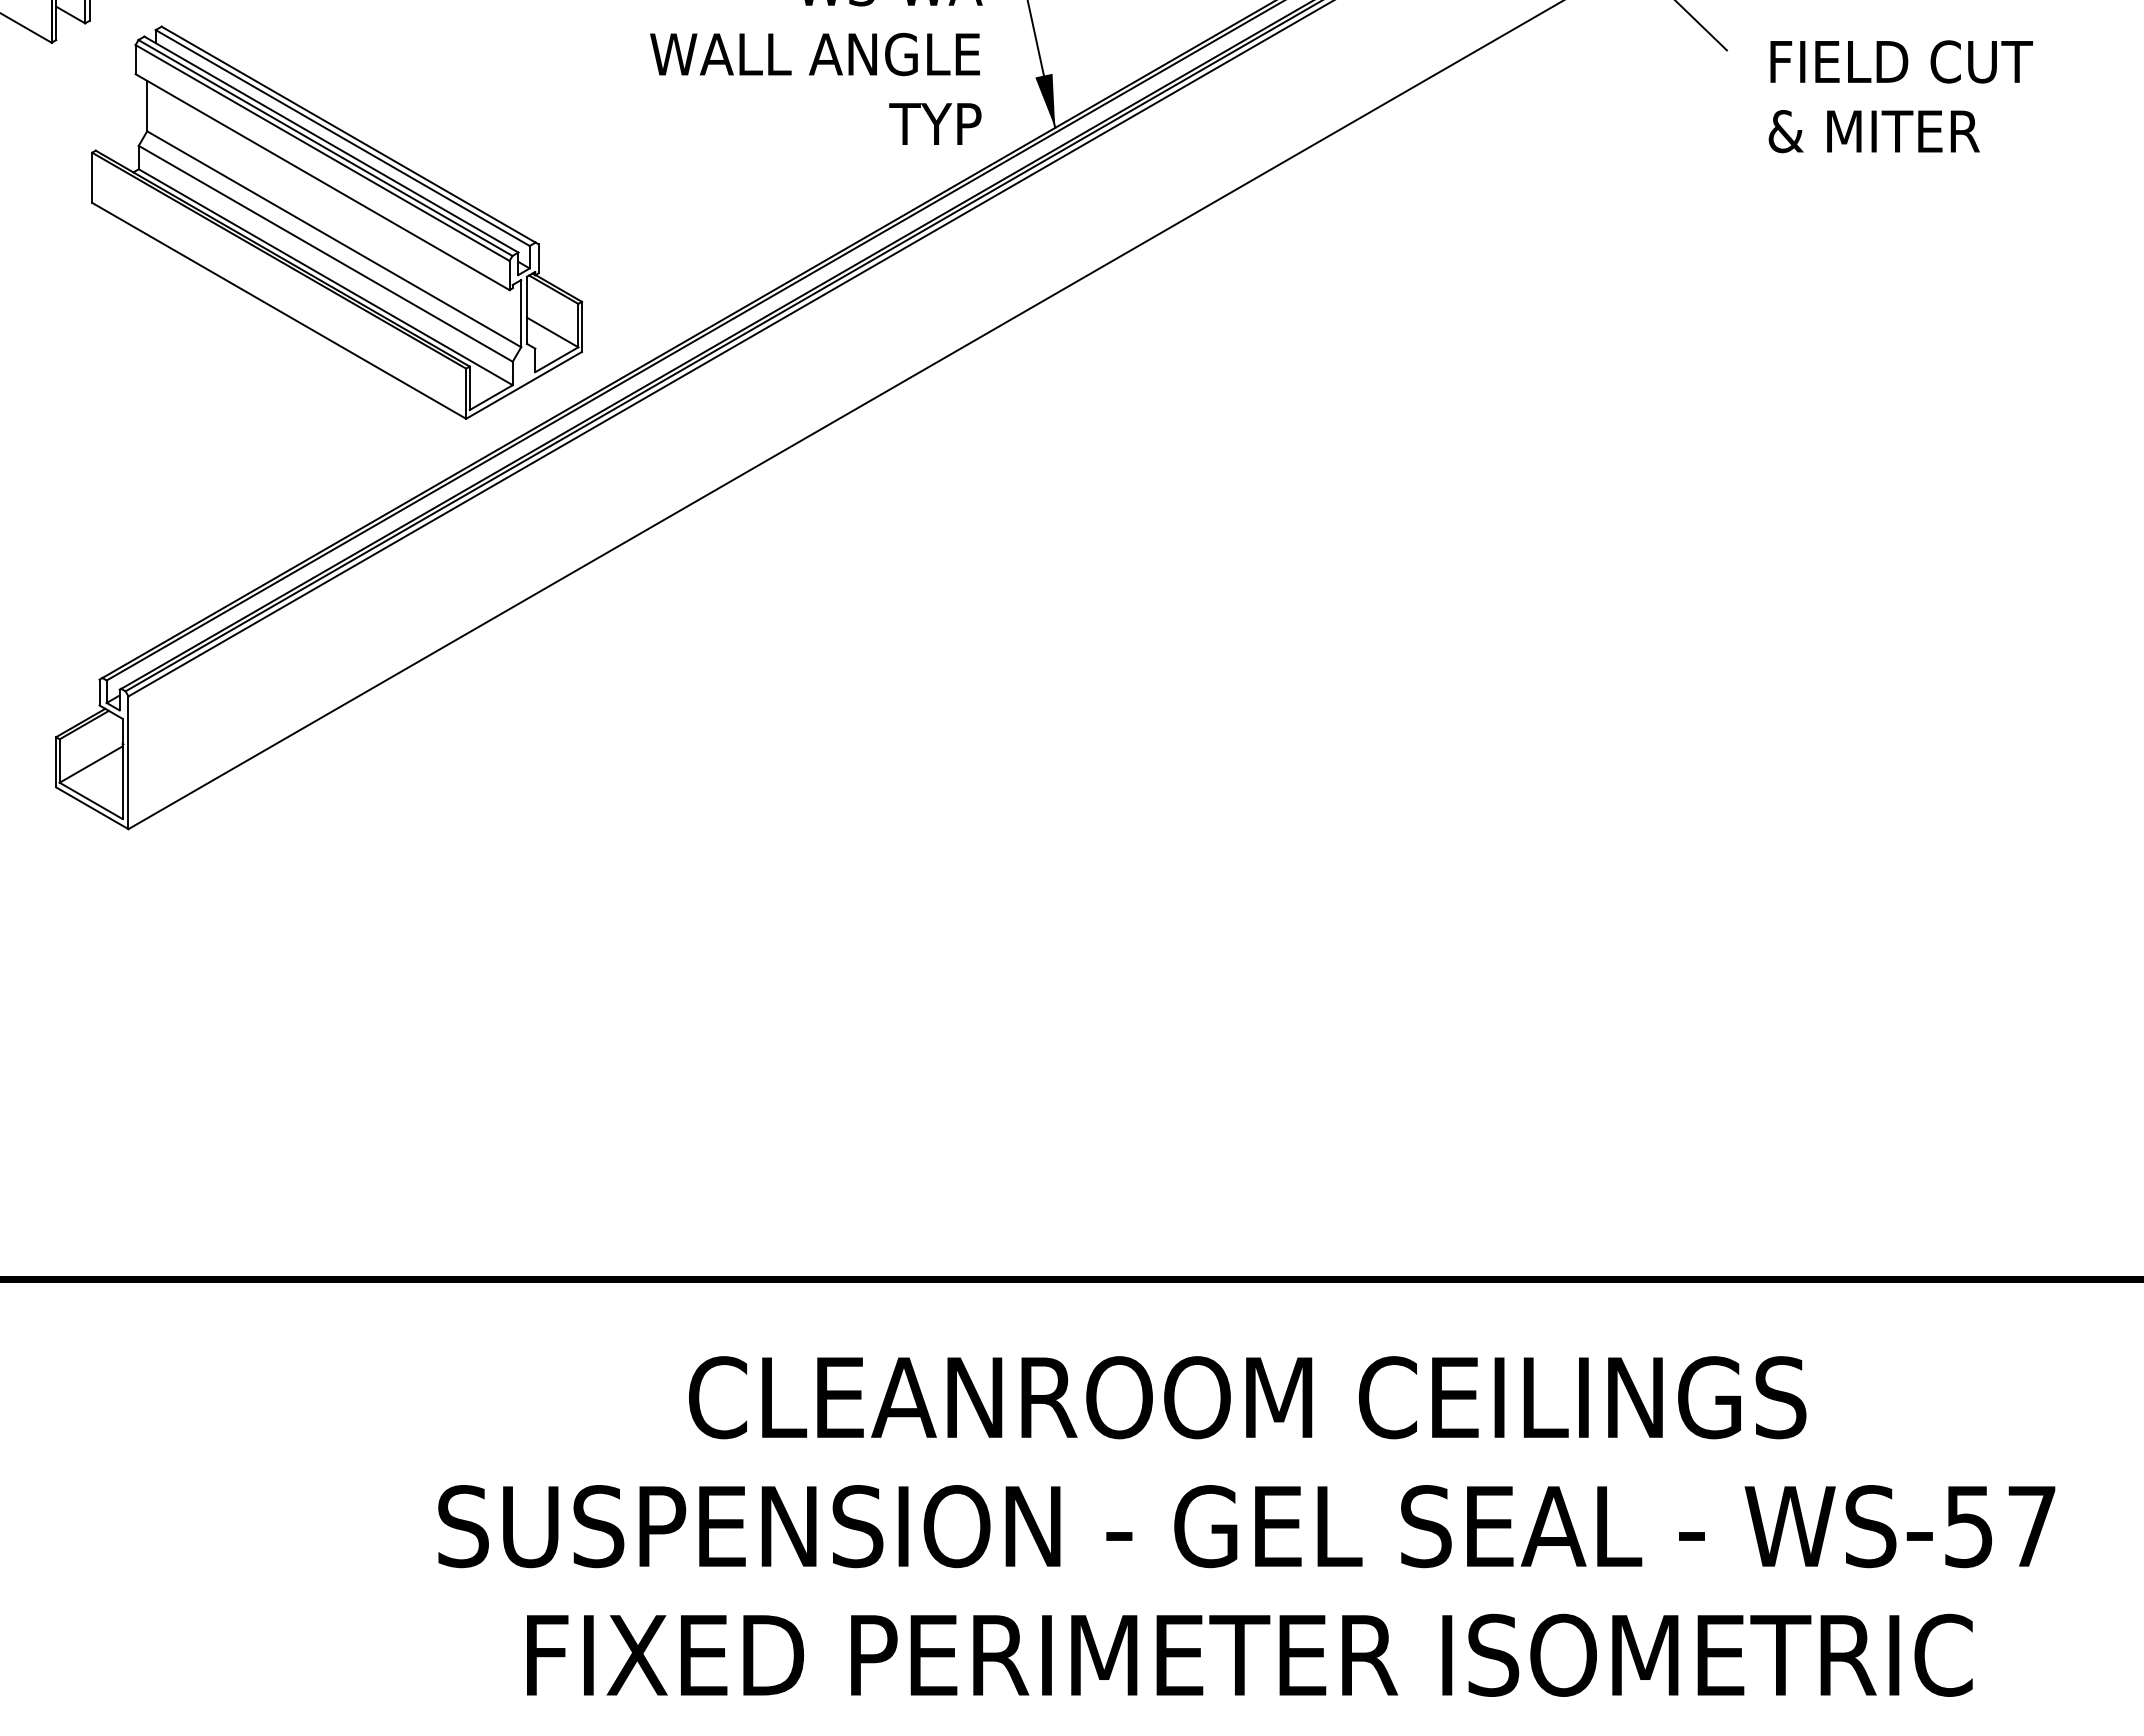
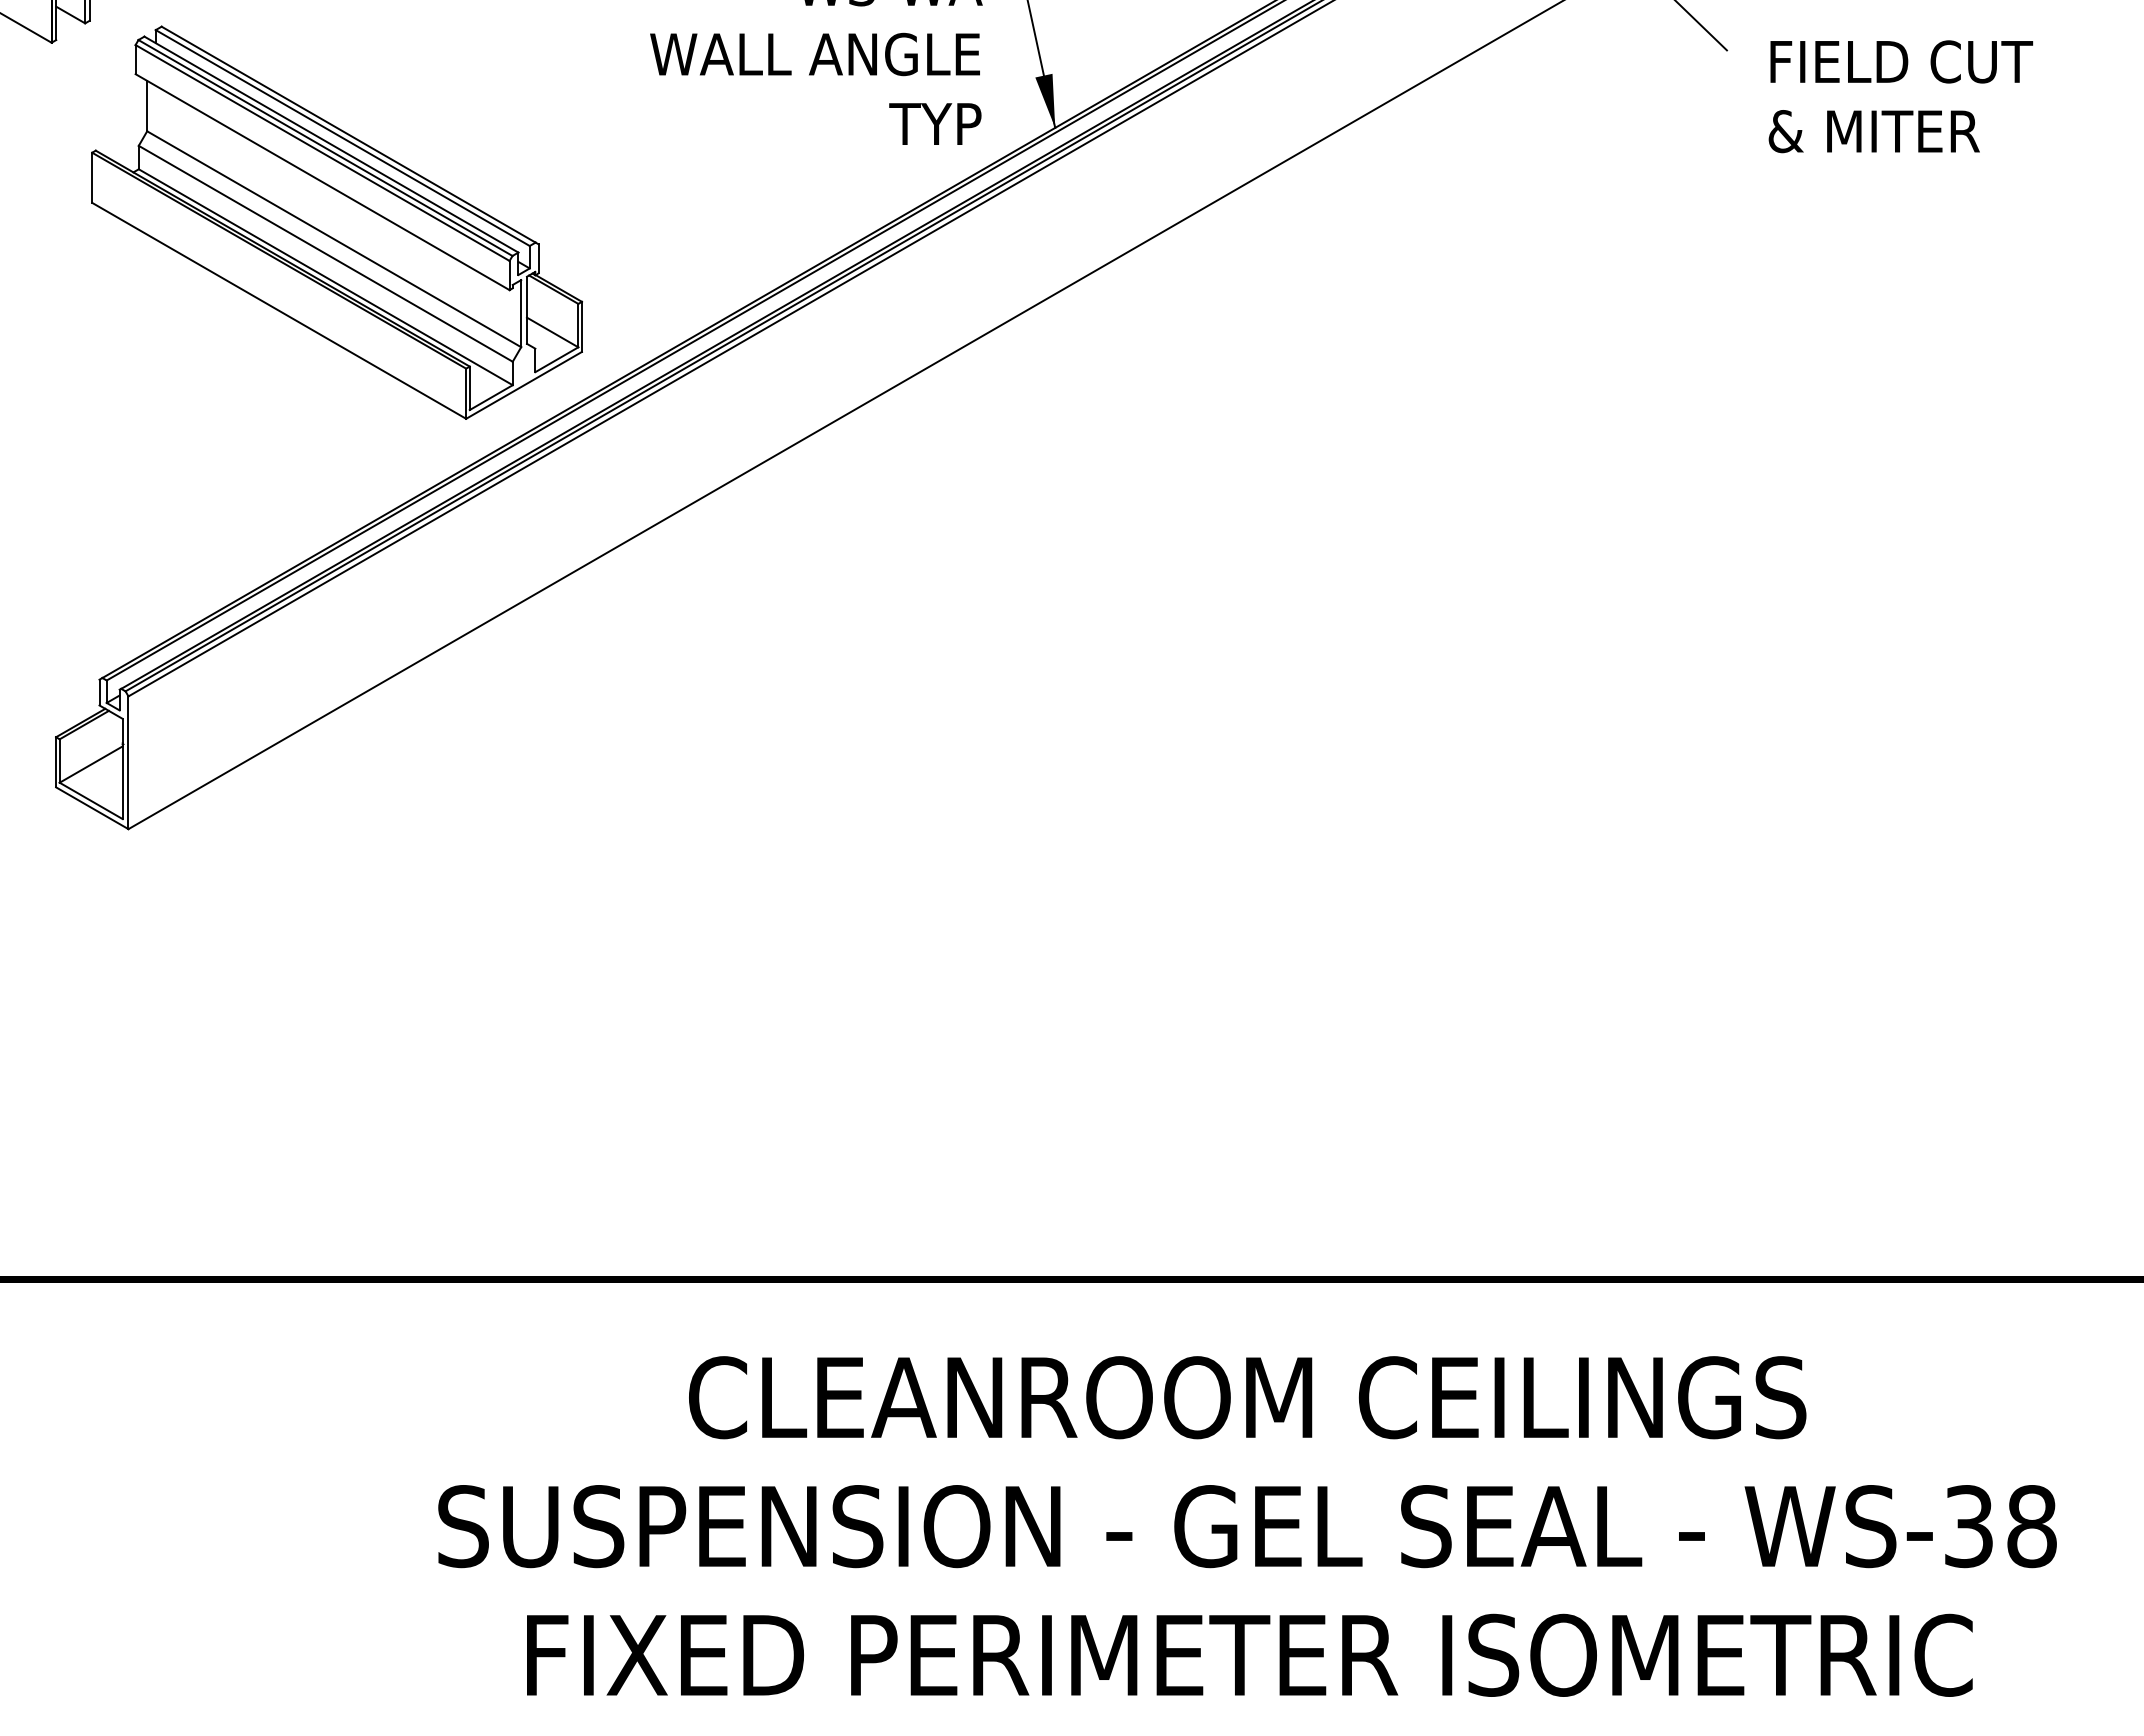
text at (2000, 1526): WS-57 -> WS-38
